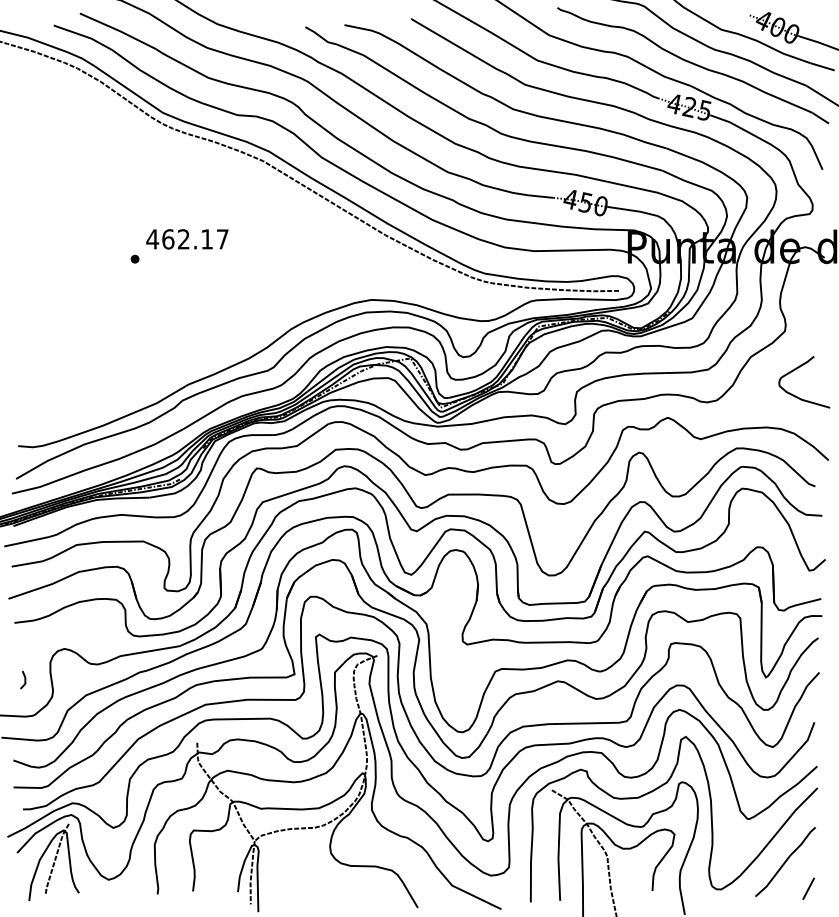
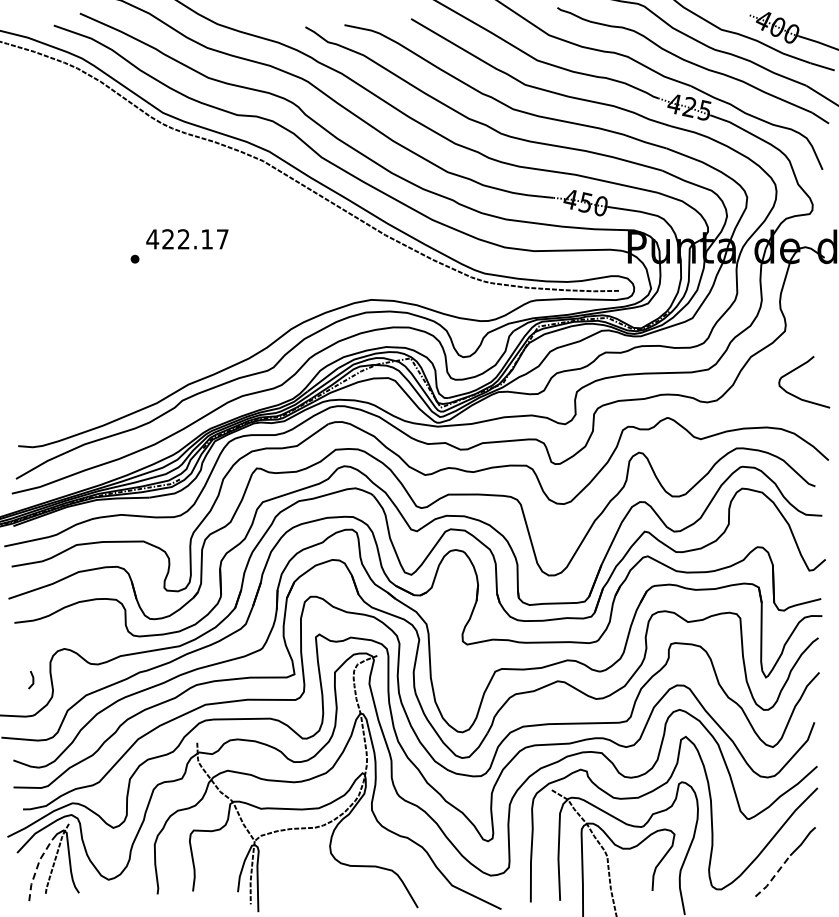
text at (168, 239): 462.17 -> 422.17
line at (24, 679) position: (24, 679) -> (32, 679)
line at (36, 869): solid -> dashed
line at (773, 877): solid -> dashed
line at (808, 888): present -> none
